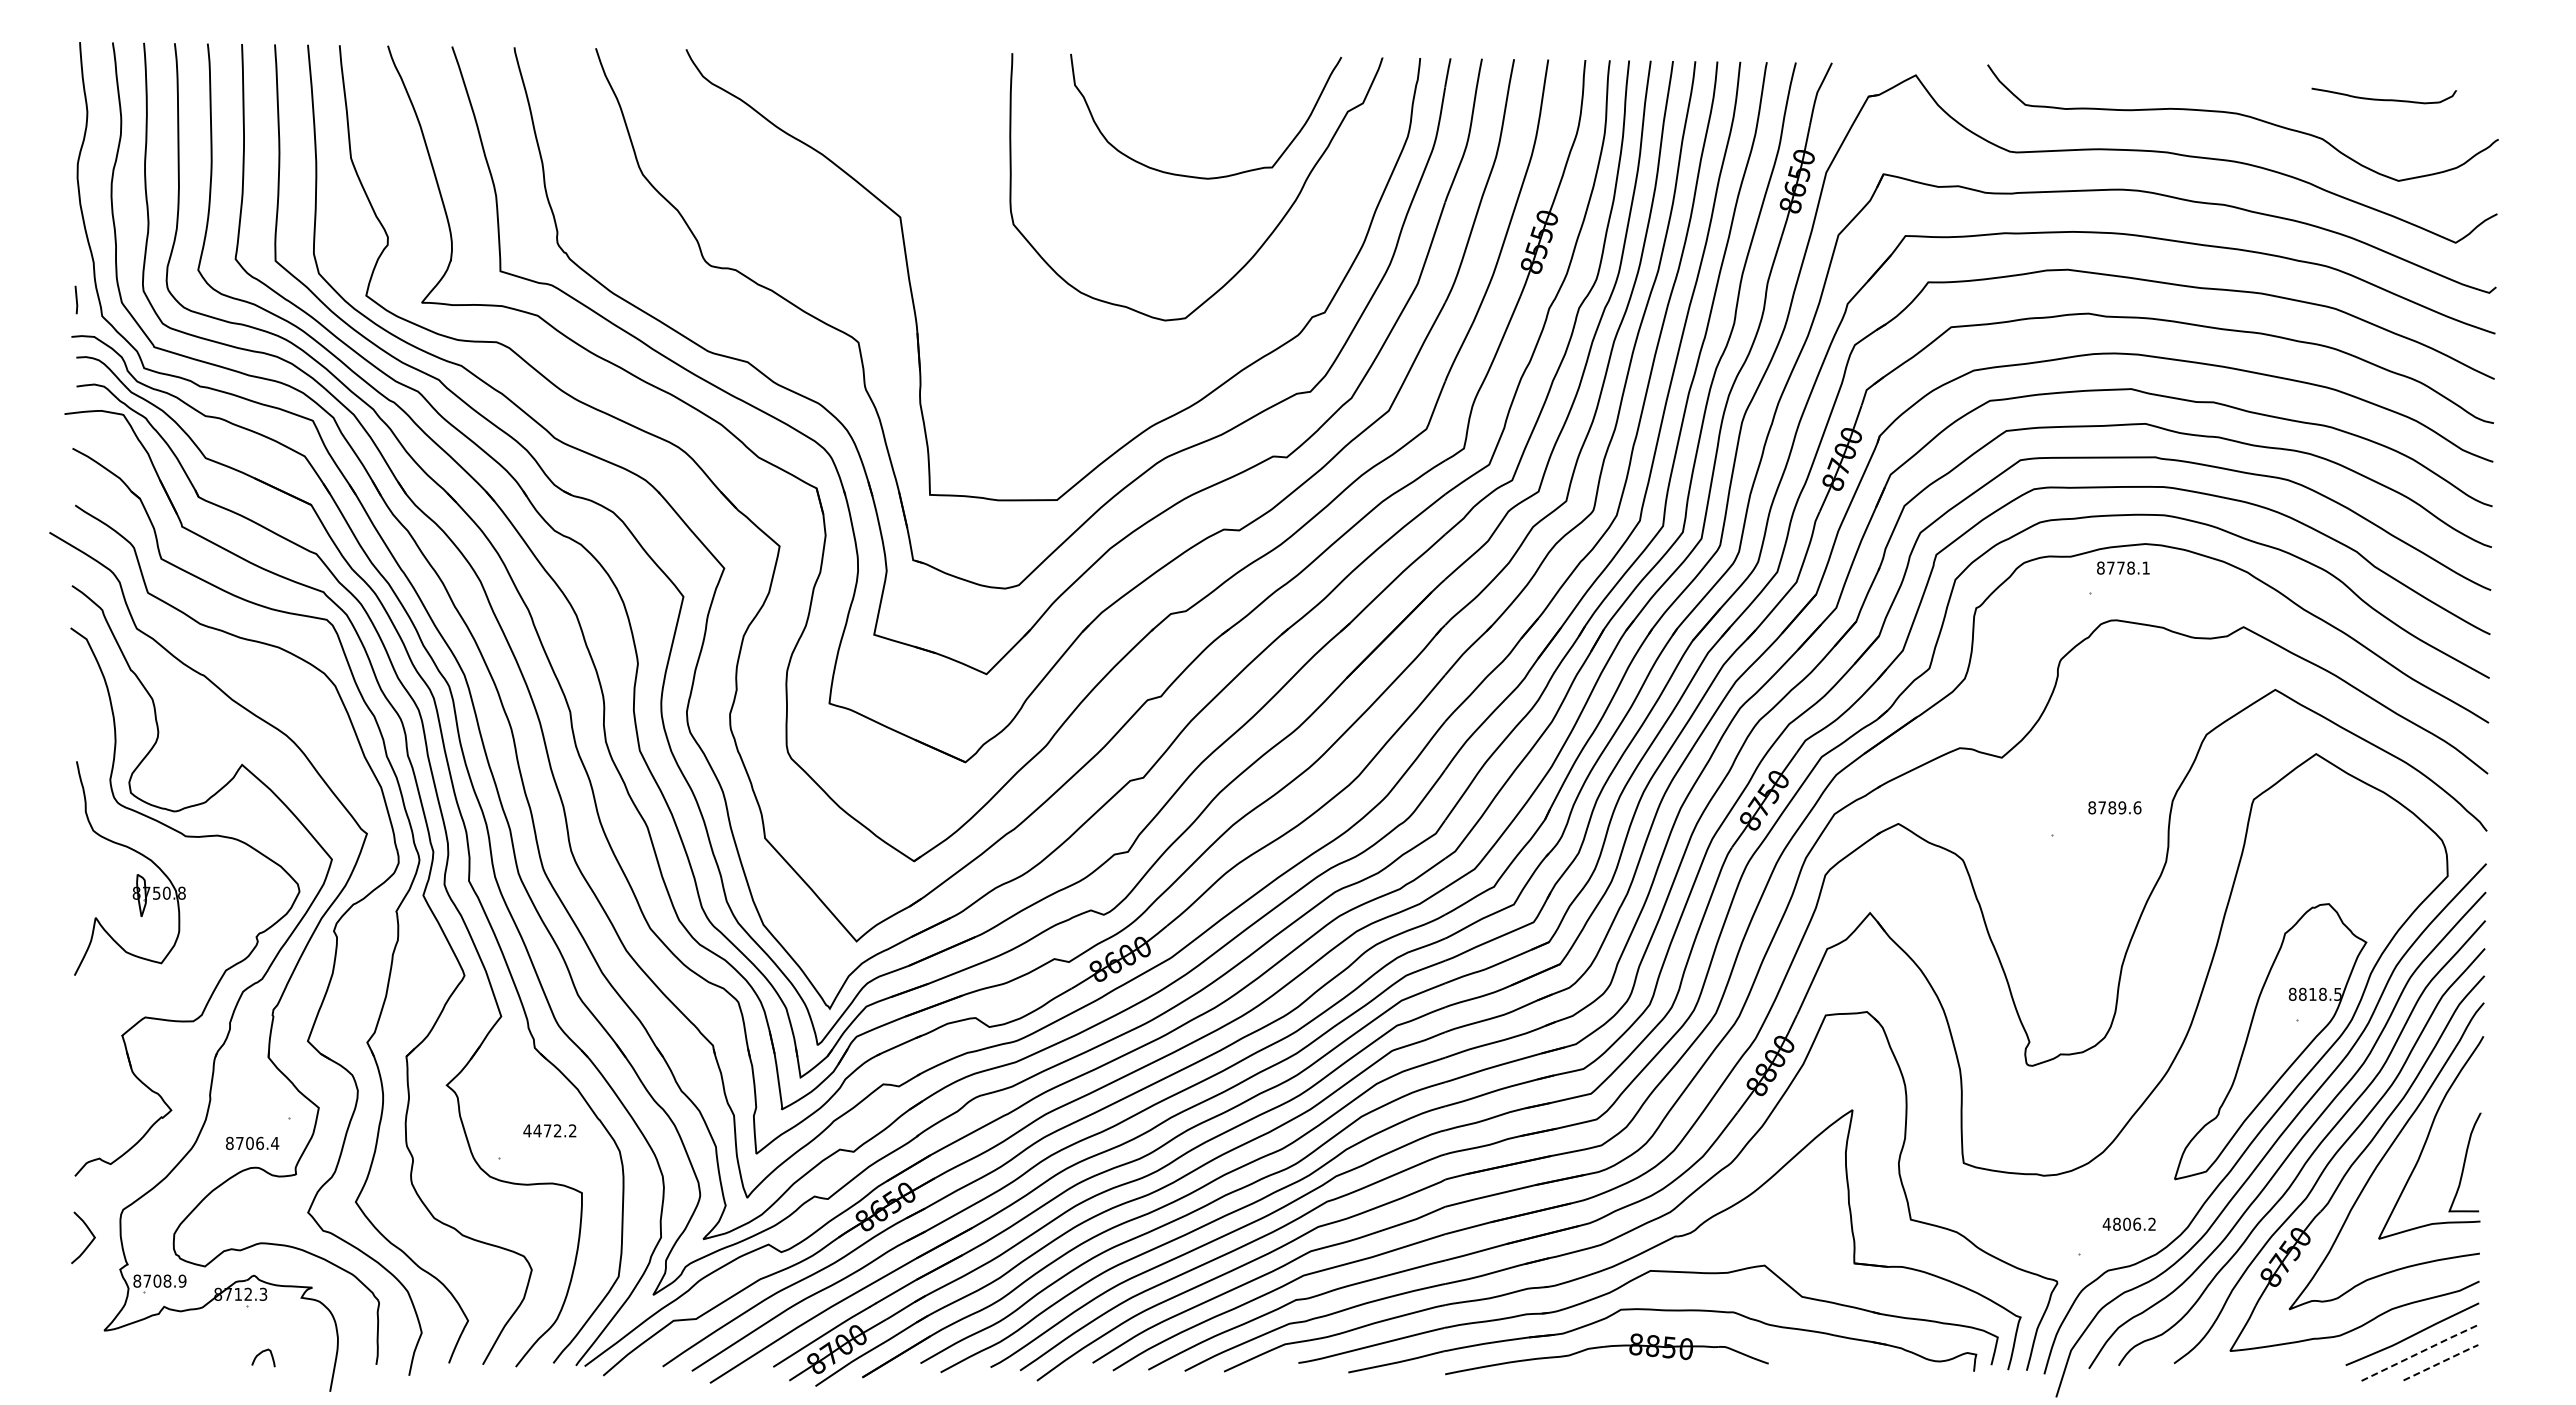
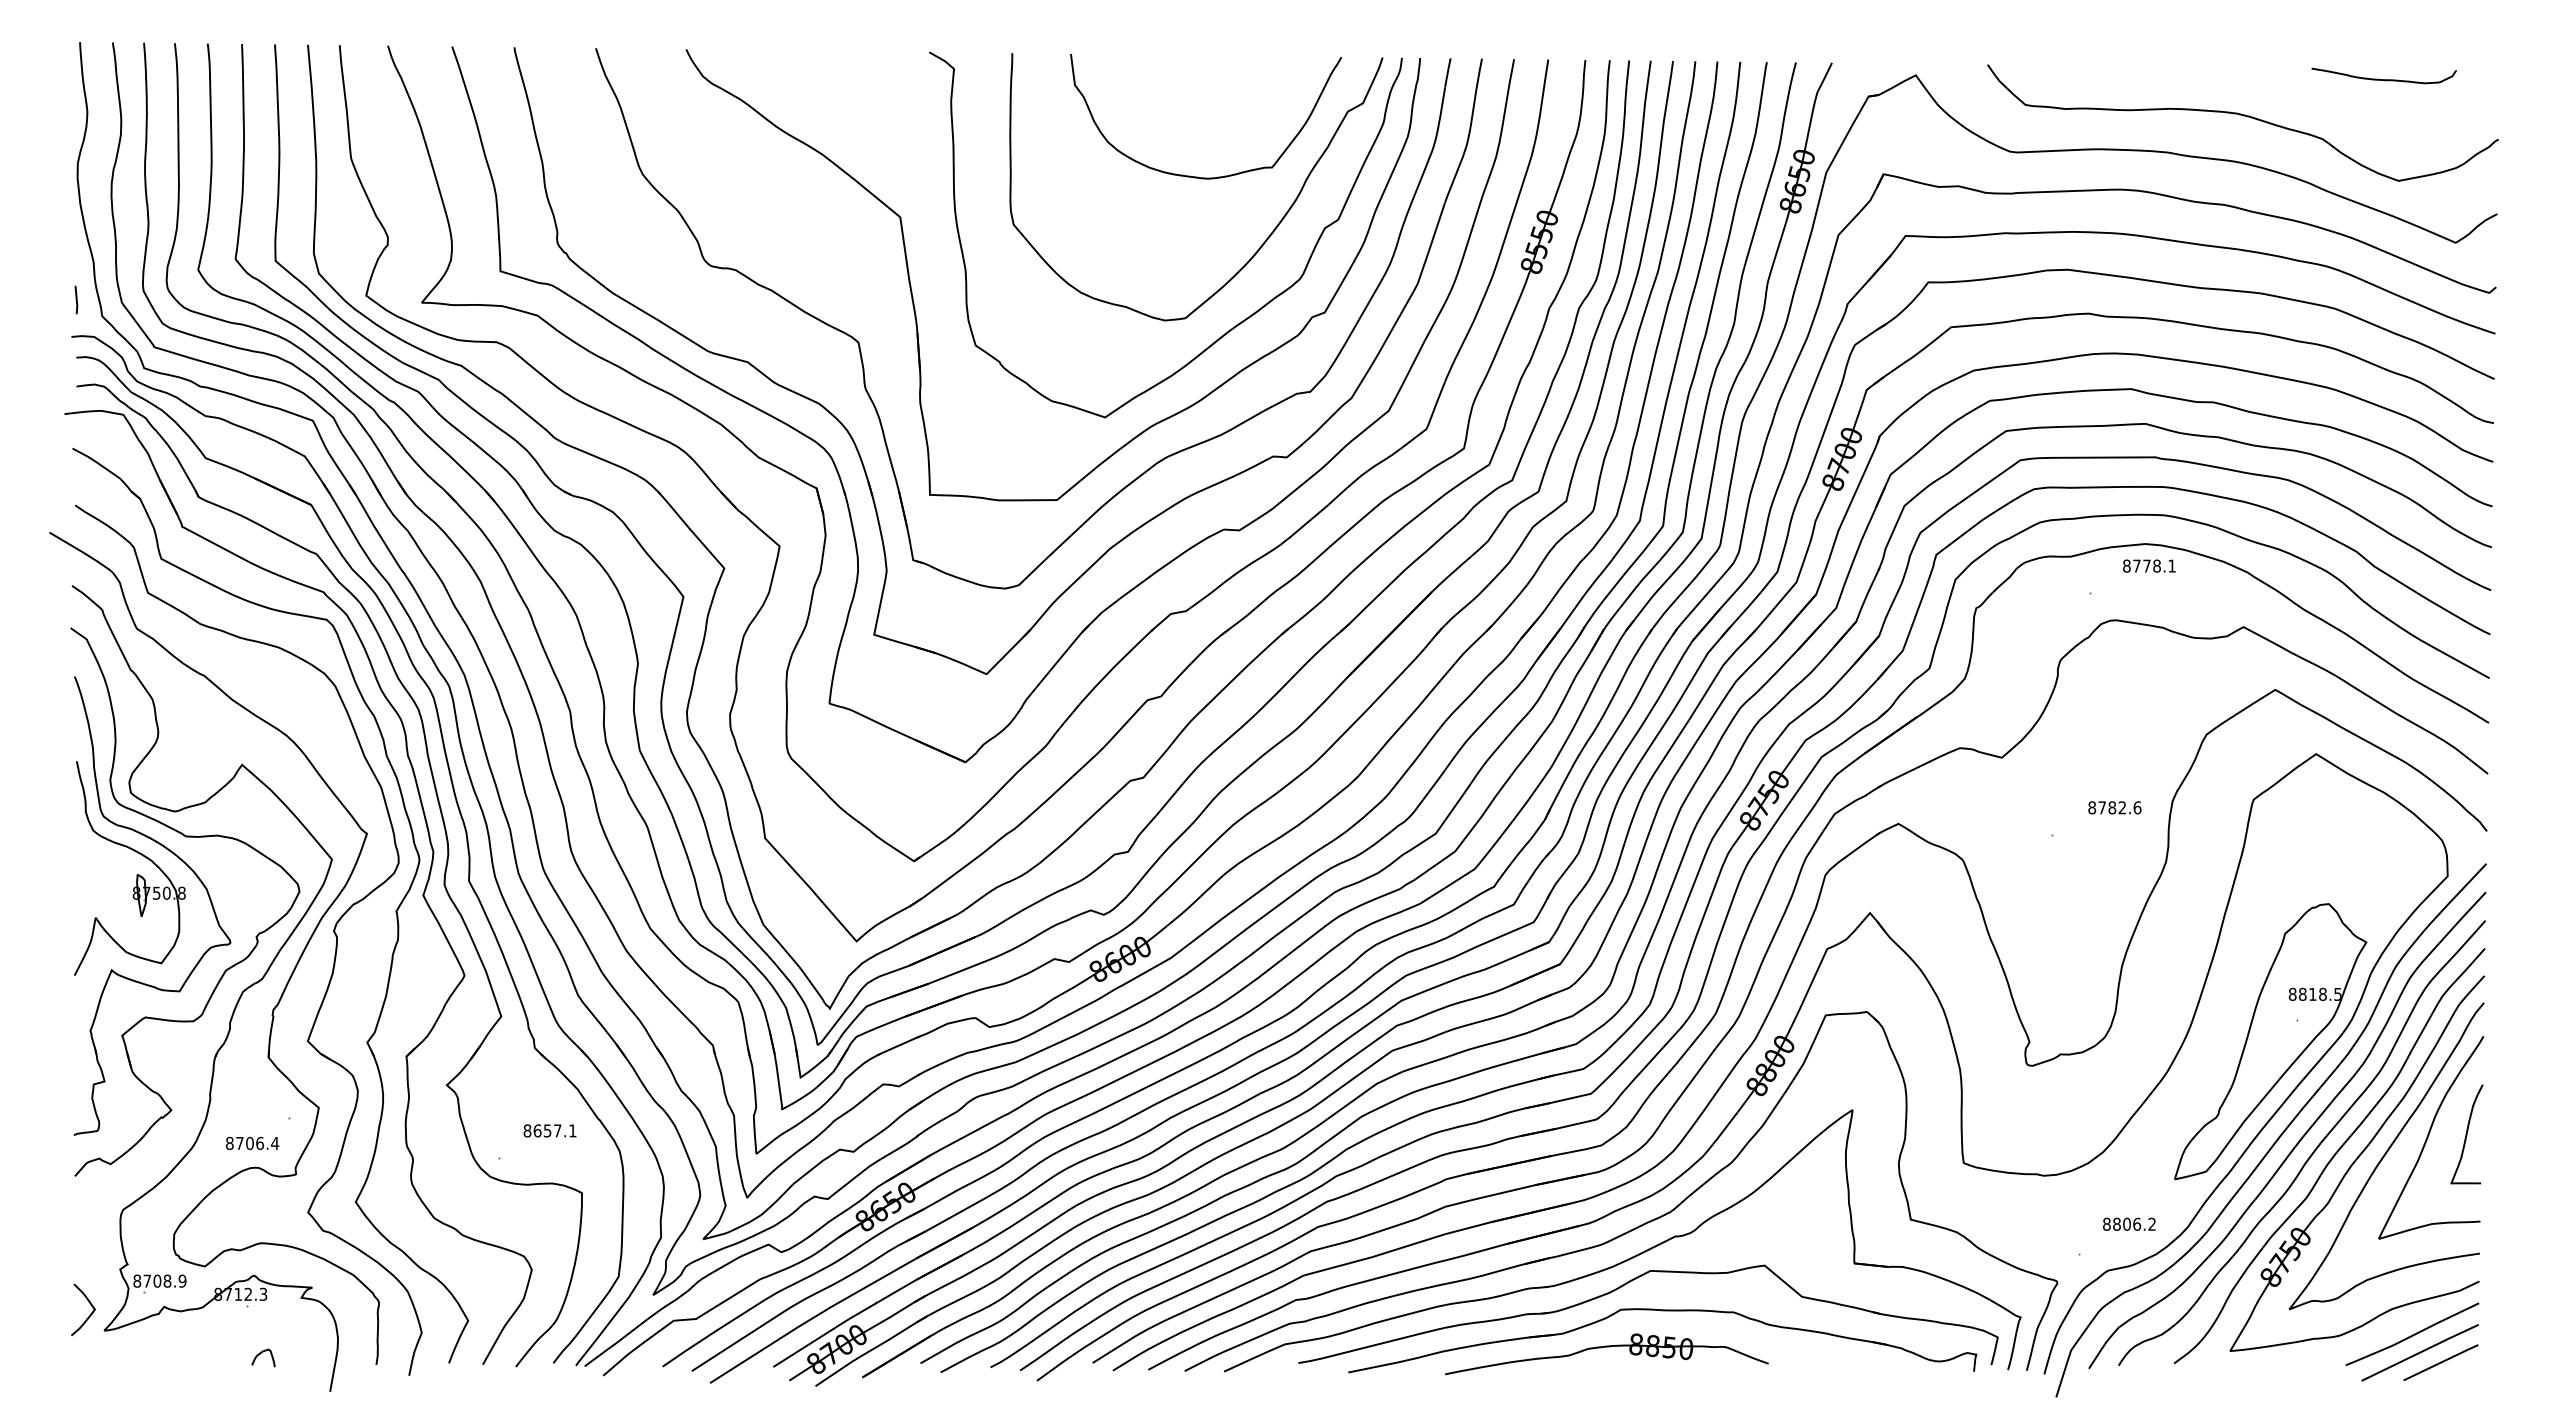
curve at (2384, 99) position: (2384, 99) -> (2384, 79)
curve at (1229, 329): none -> present
text at (2123, 567) position: (2123, 567) -> (2149, 565)
text at (2122, 807): 8789.6 -> 8782.6
part at (194, 874): none -> present
text at (549, 1130): 4472.2 -> 8657.1
curve at (2464, 1162) position: (2464, 1162) -> (2466, 1134)
text at (2106, 1223): 4806.2 -> 8806.2
curve at (90, 1233) position: (90, 1233) -> (90, 1305)
line at (2420, 1352): dashed -> solid
line at (2442, 1362): dashed -> solid
